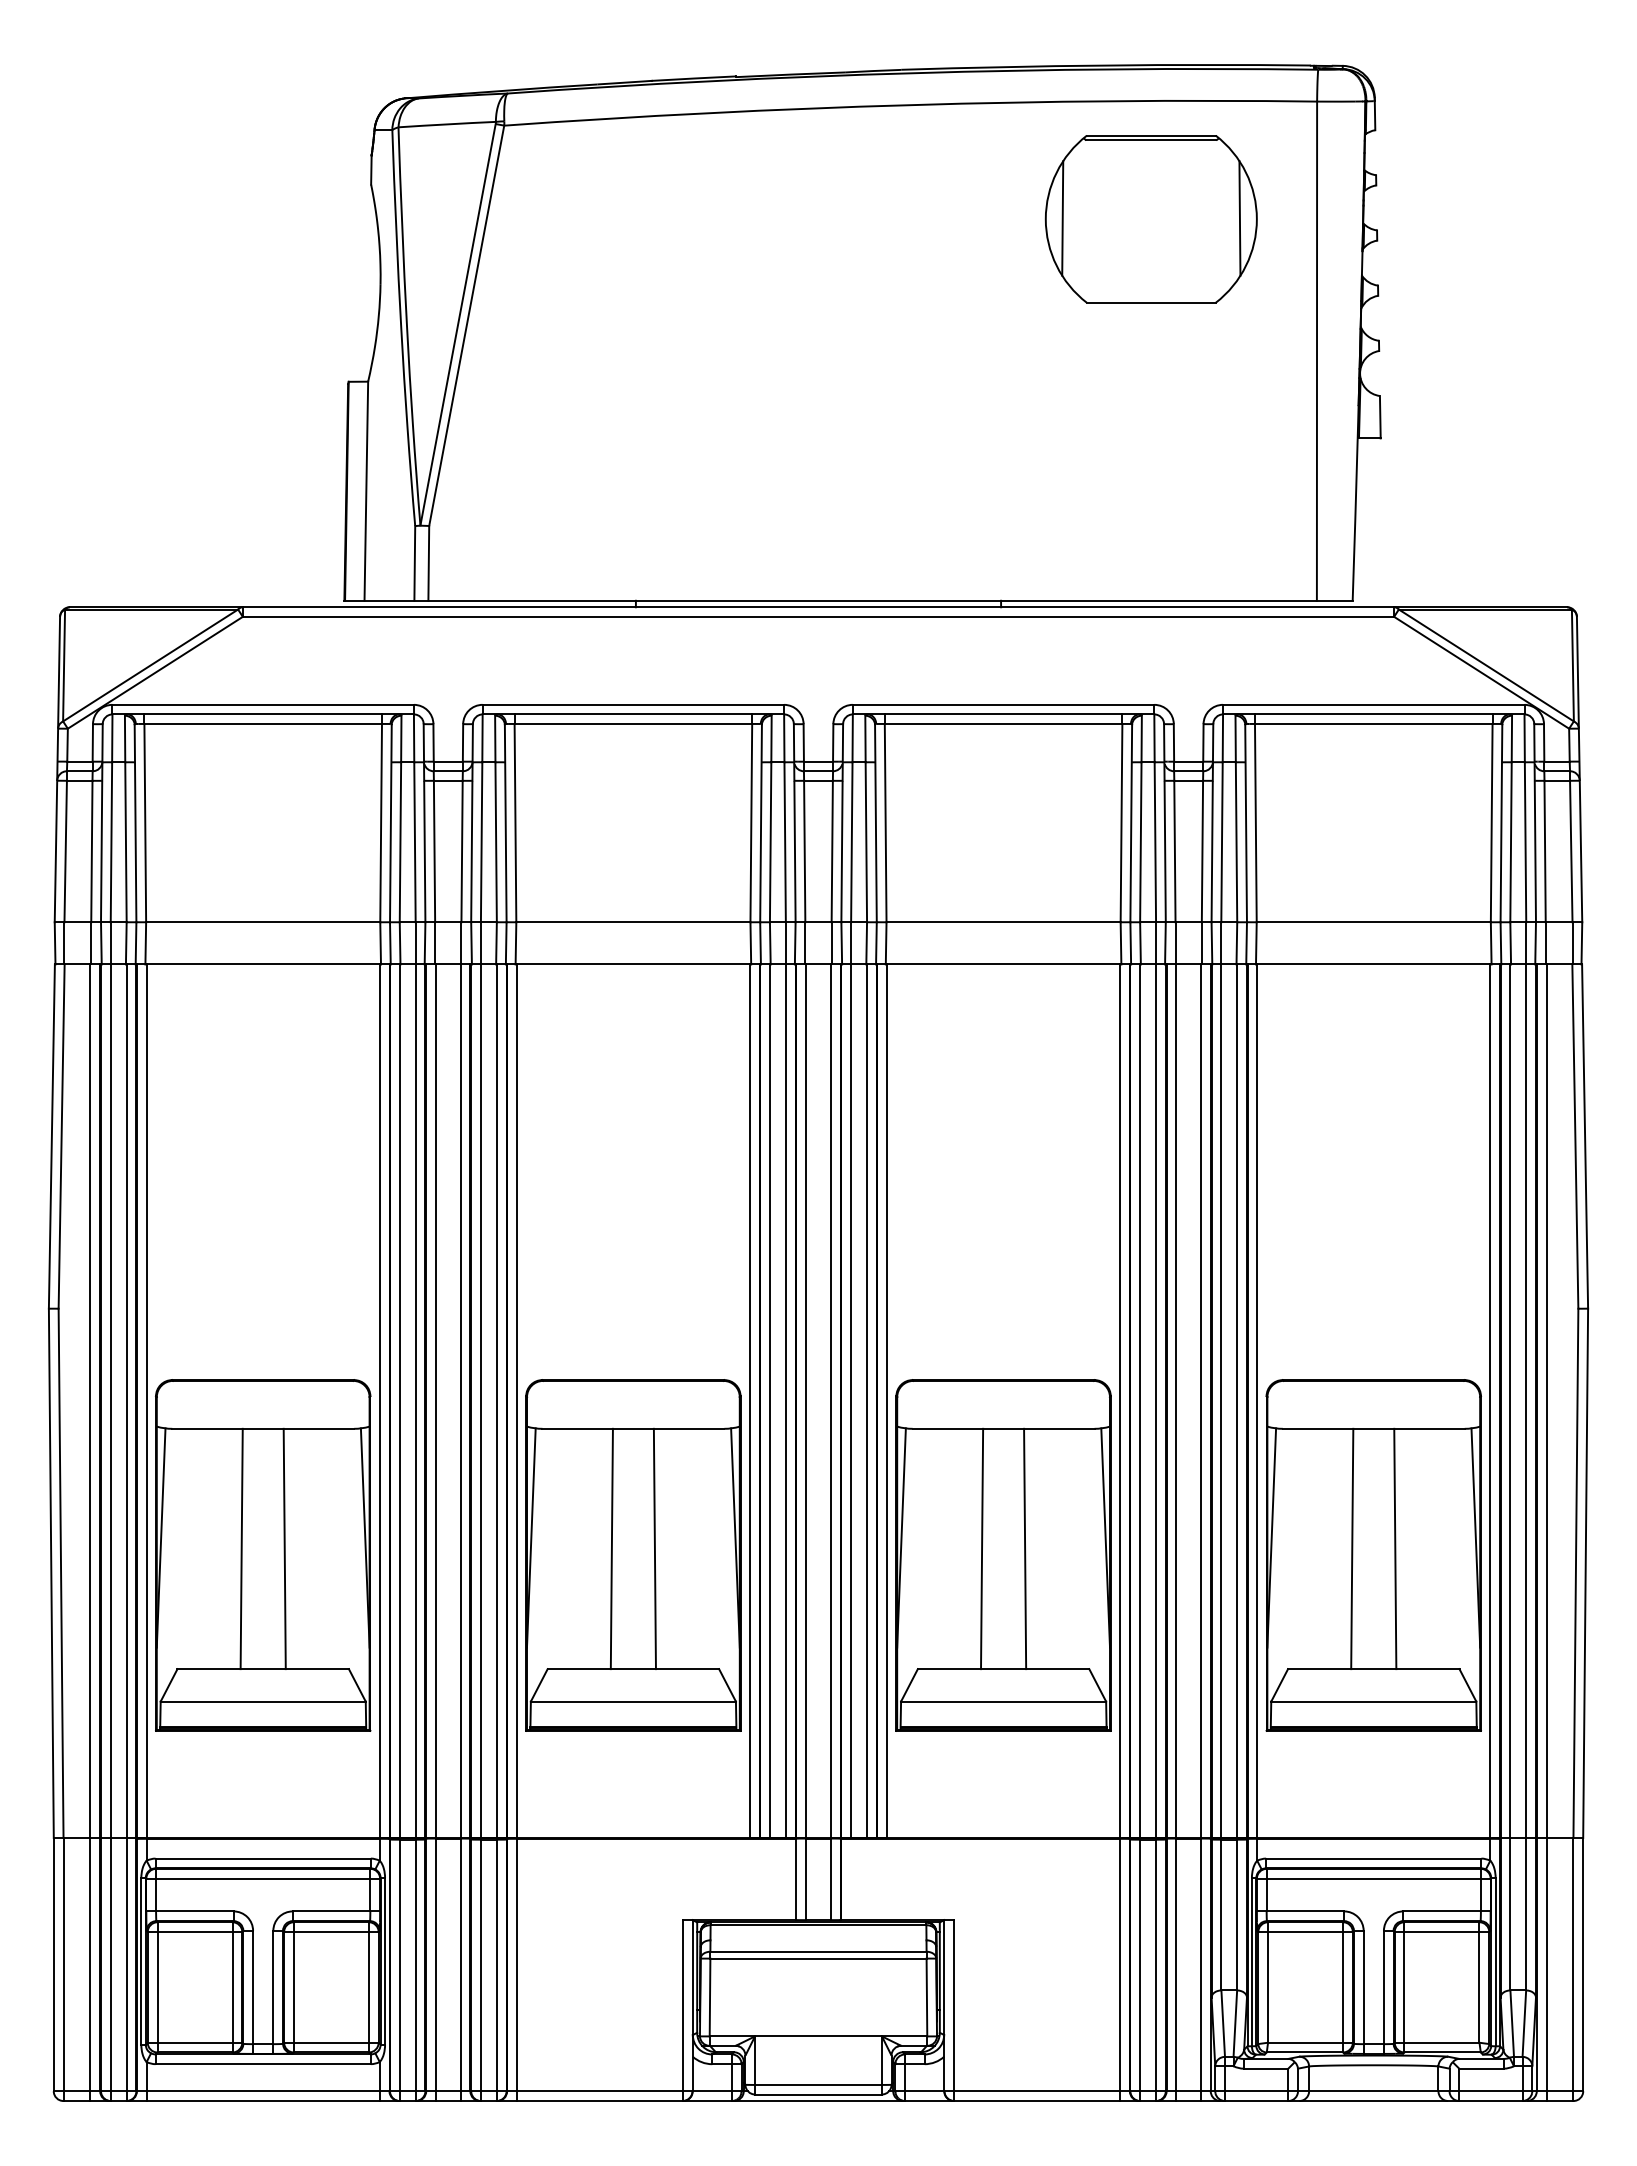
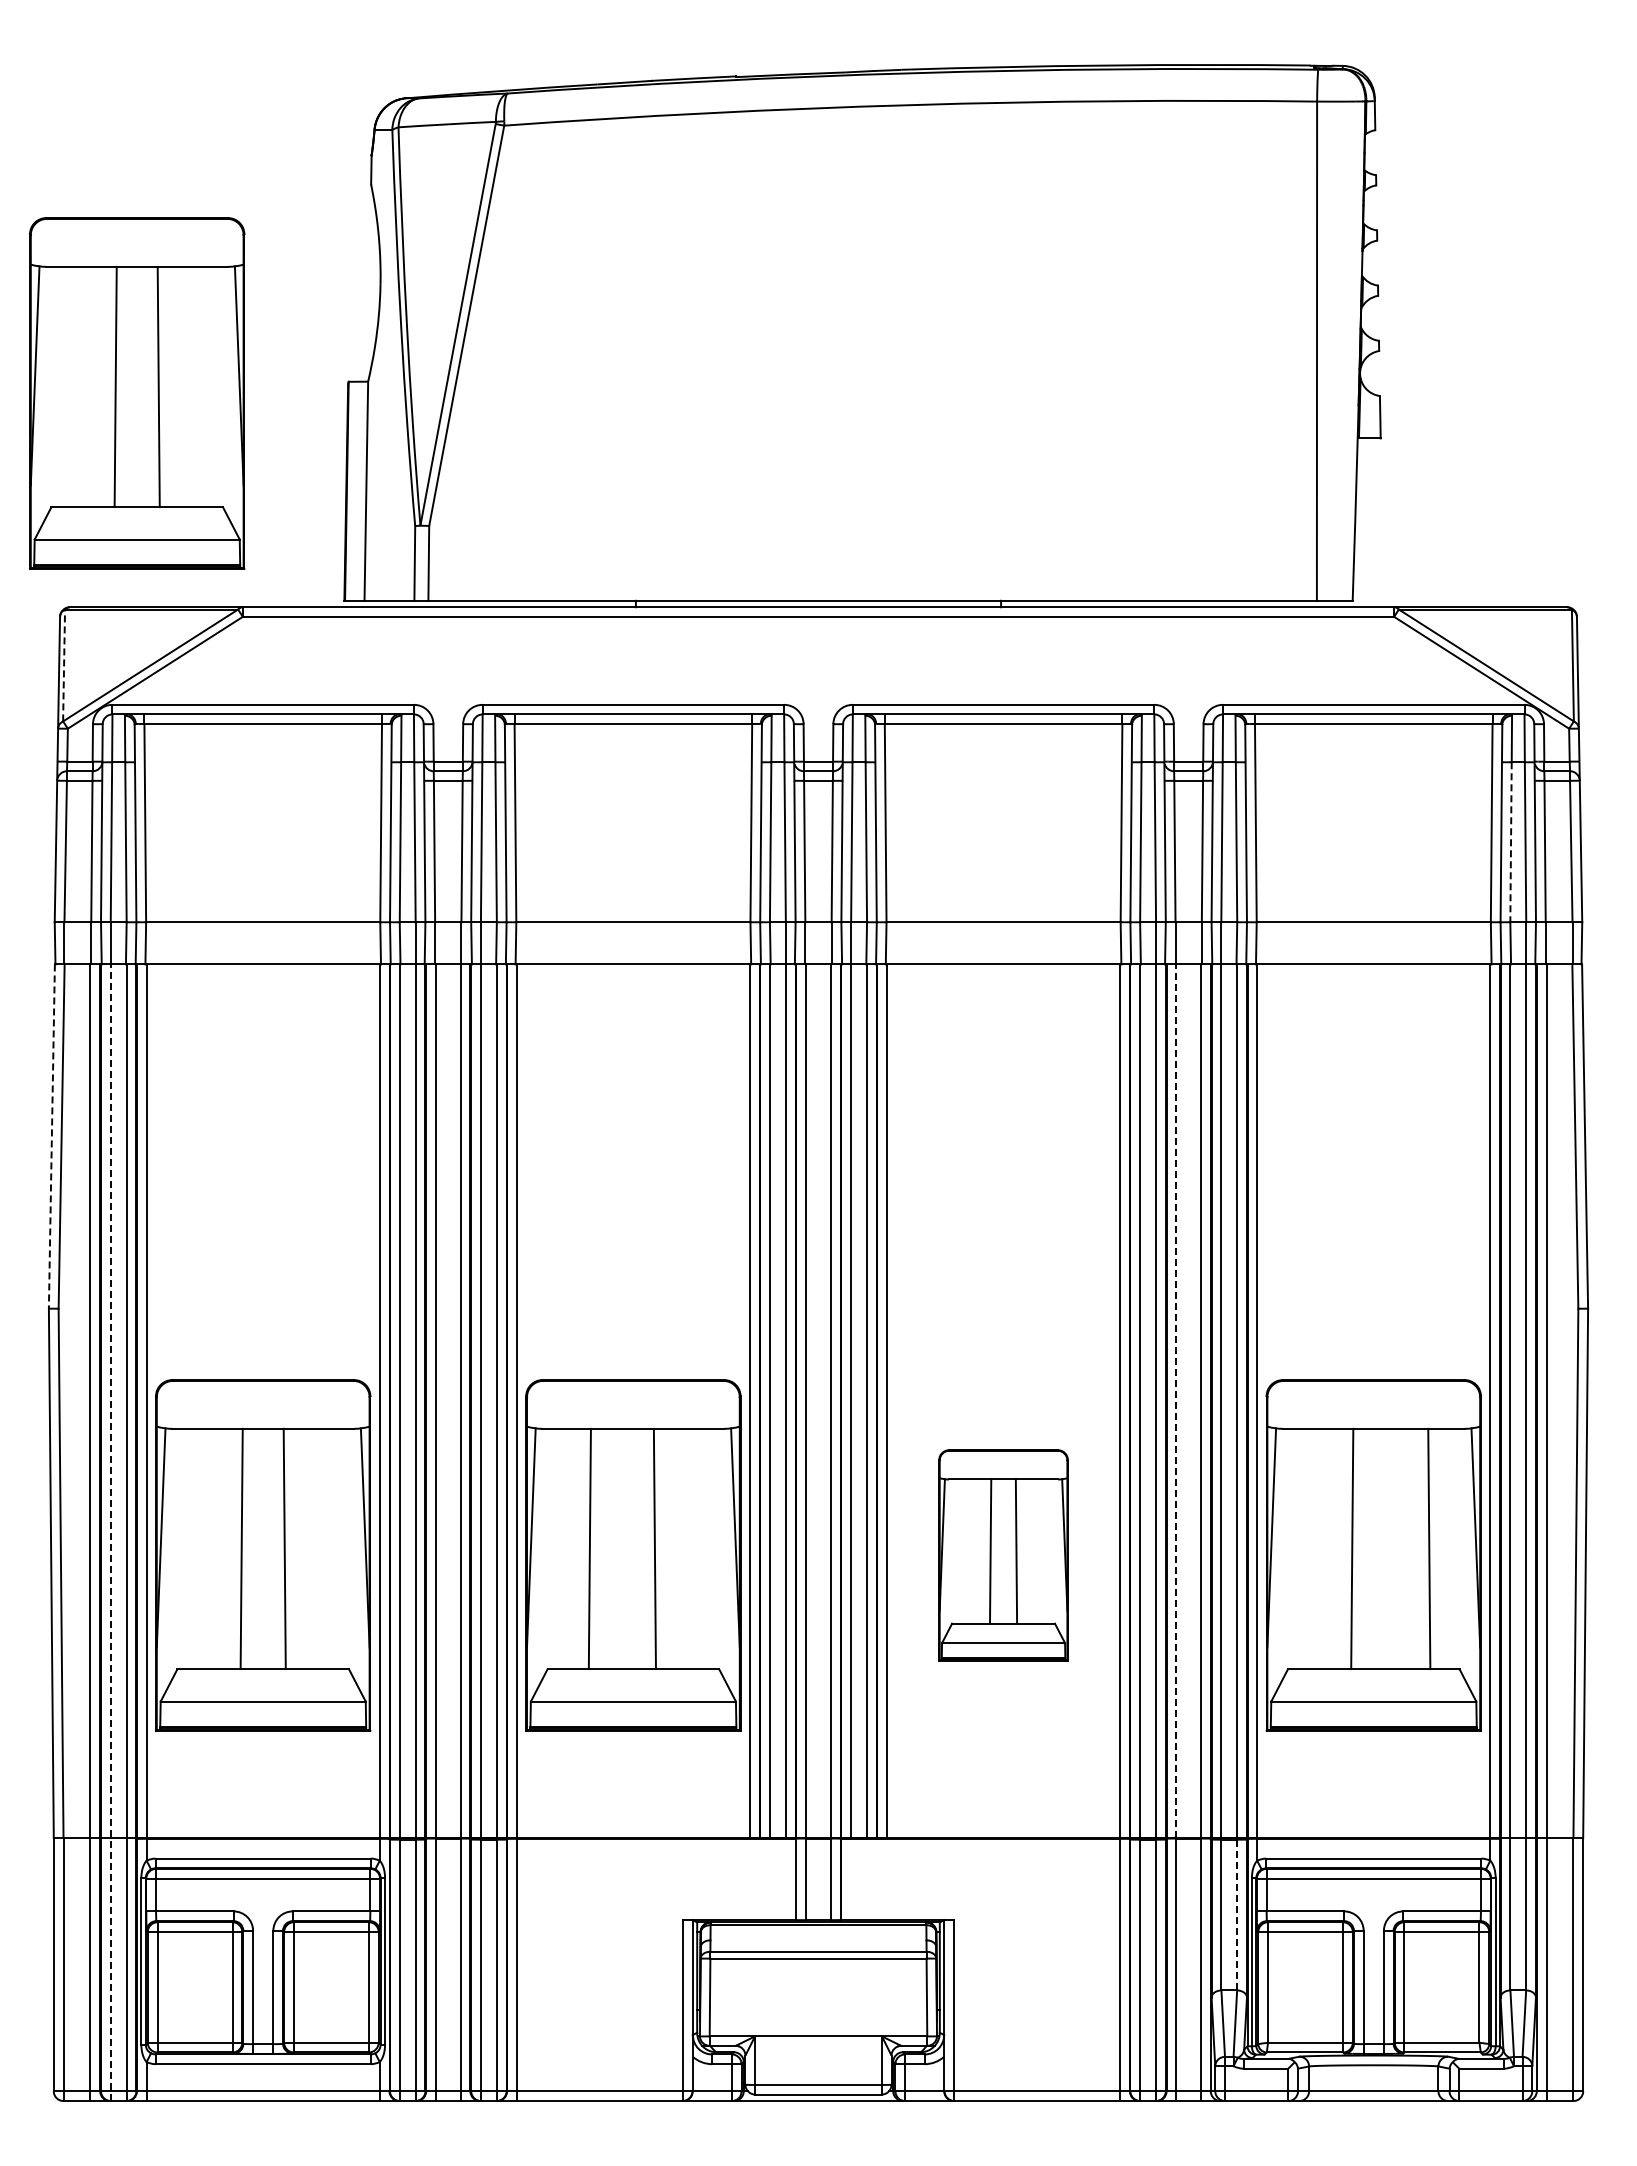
part at (1150, 219): present -> none
part at (137, 393): none -> present
line at (64, 665): solid -> dashed
line at (1511, 842): solid -> dashed
line at (51, 1137): solid -> dashed
line at (1176, 1401): solid -> dashed
line at (110, 1532): solid -> dashed
line at (611, 1548) position: (611, 1548) -> (589, 1548)
line at (1395, 1548) position: (1395, 1548) -> (1429, 1548)
part at (1003, 1555) size: 217x353 px -> 131x213 px
line at (1237, 1914): solid -> dashed
